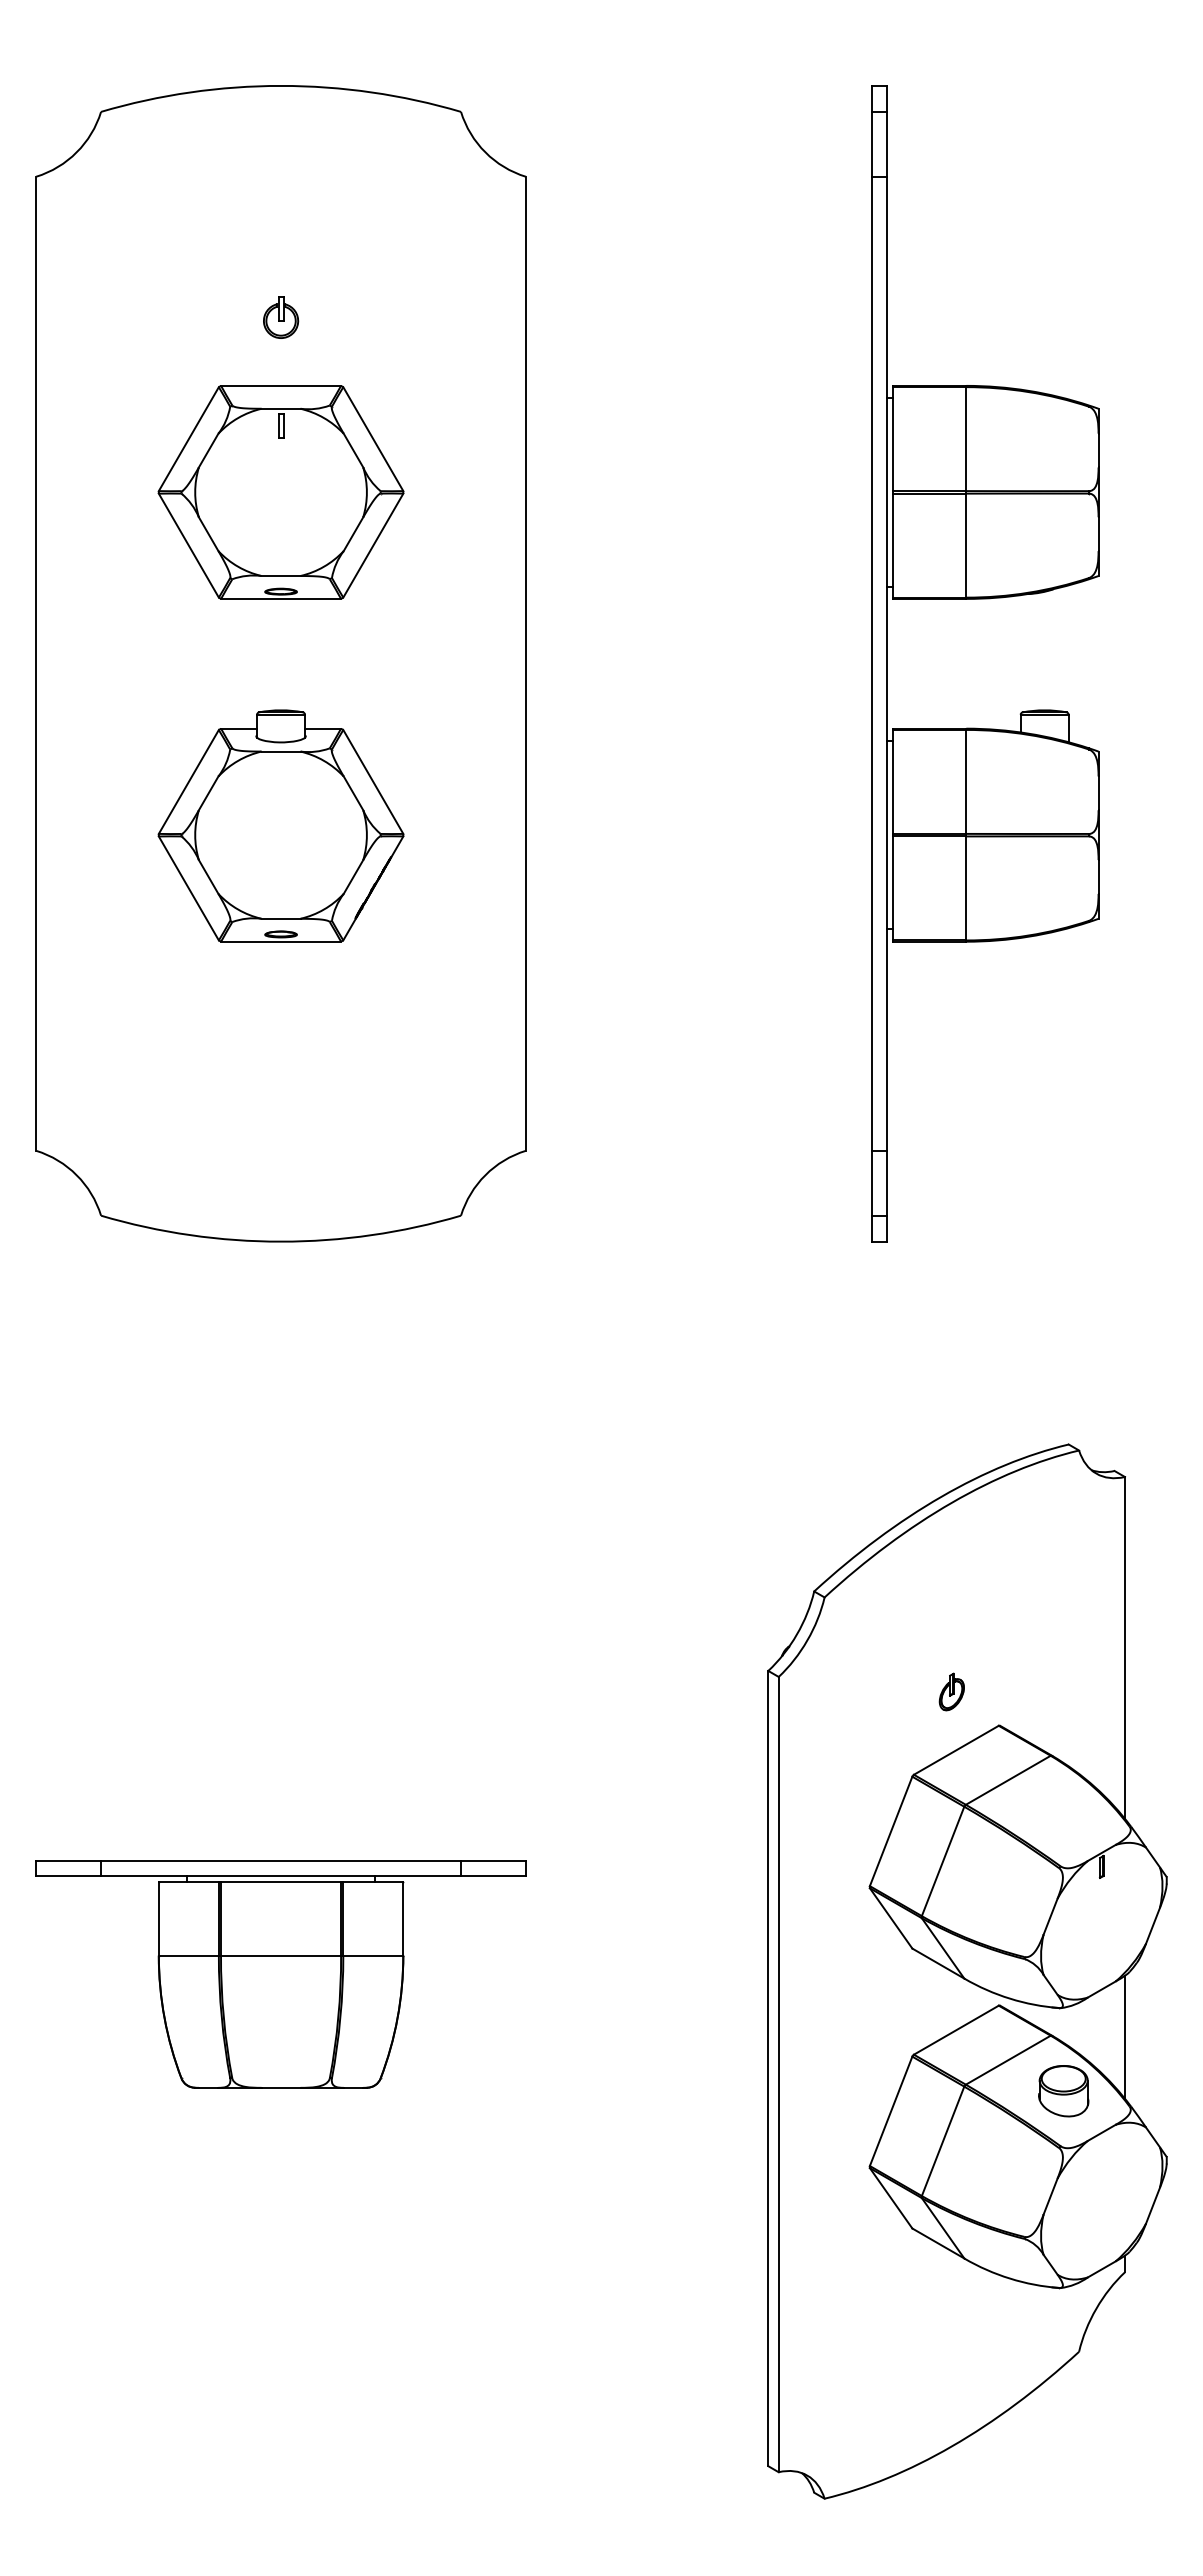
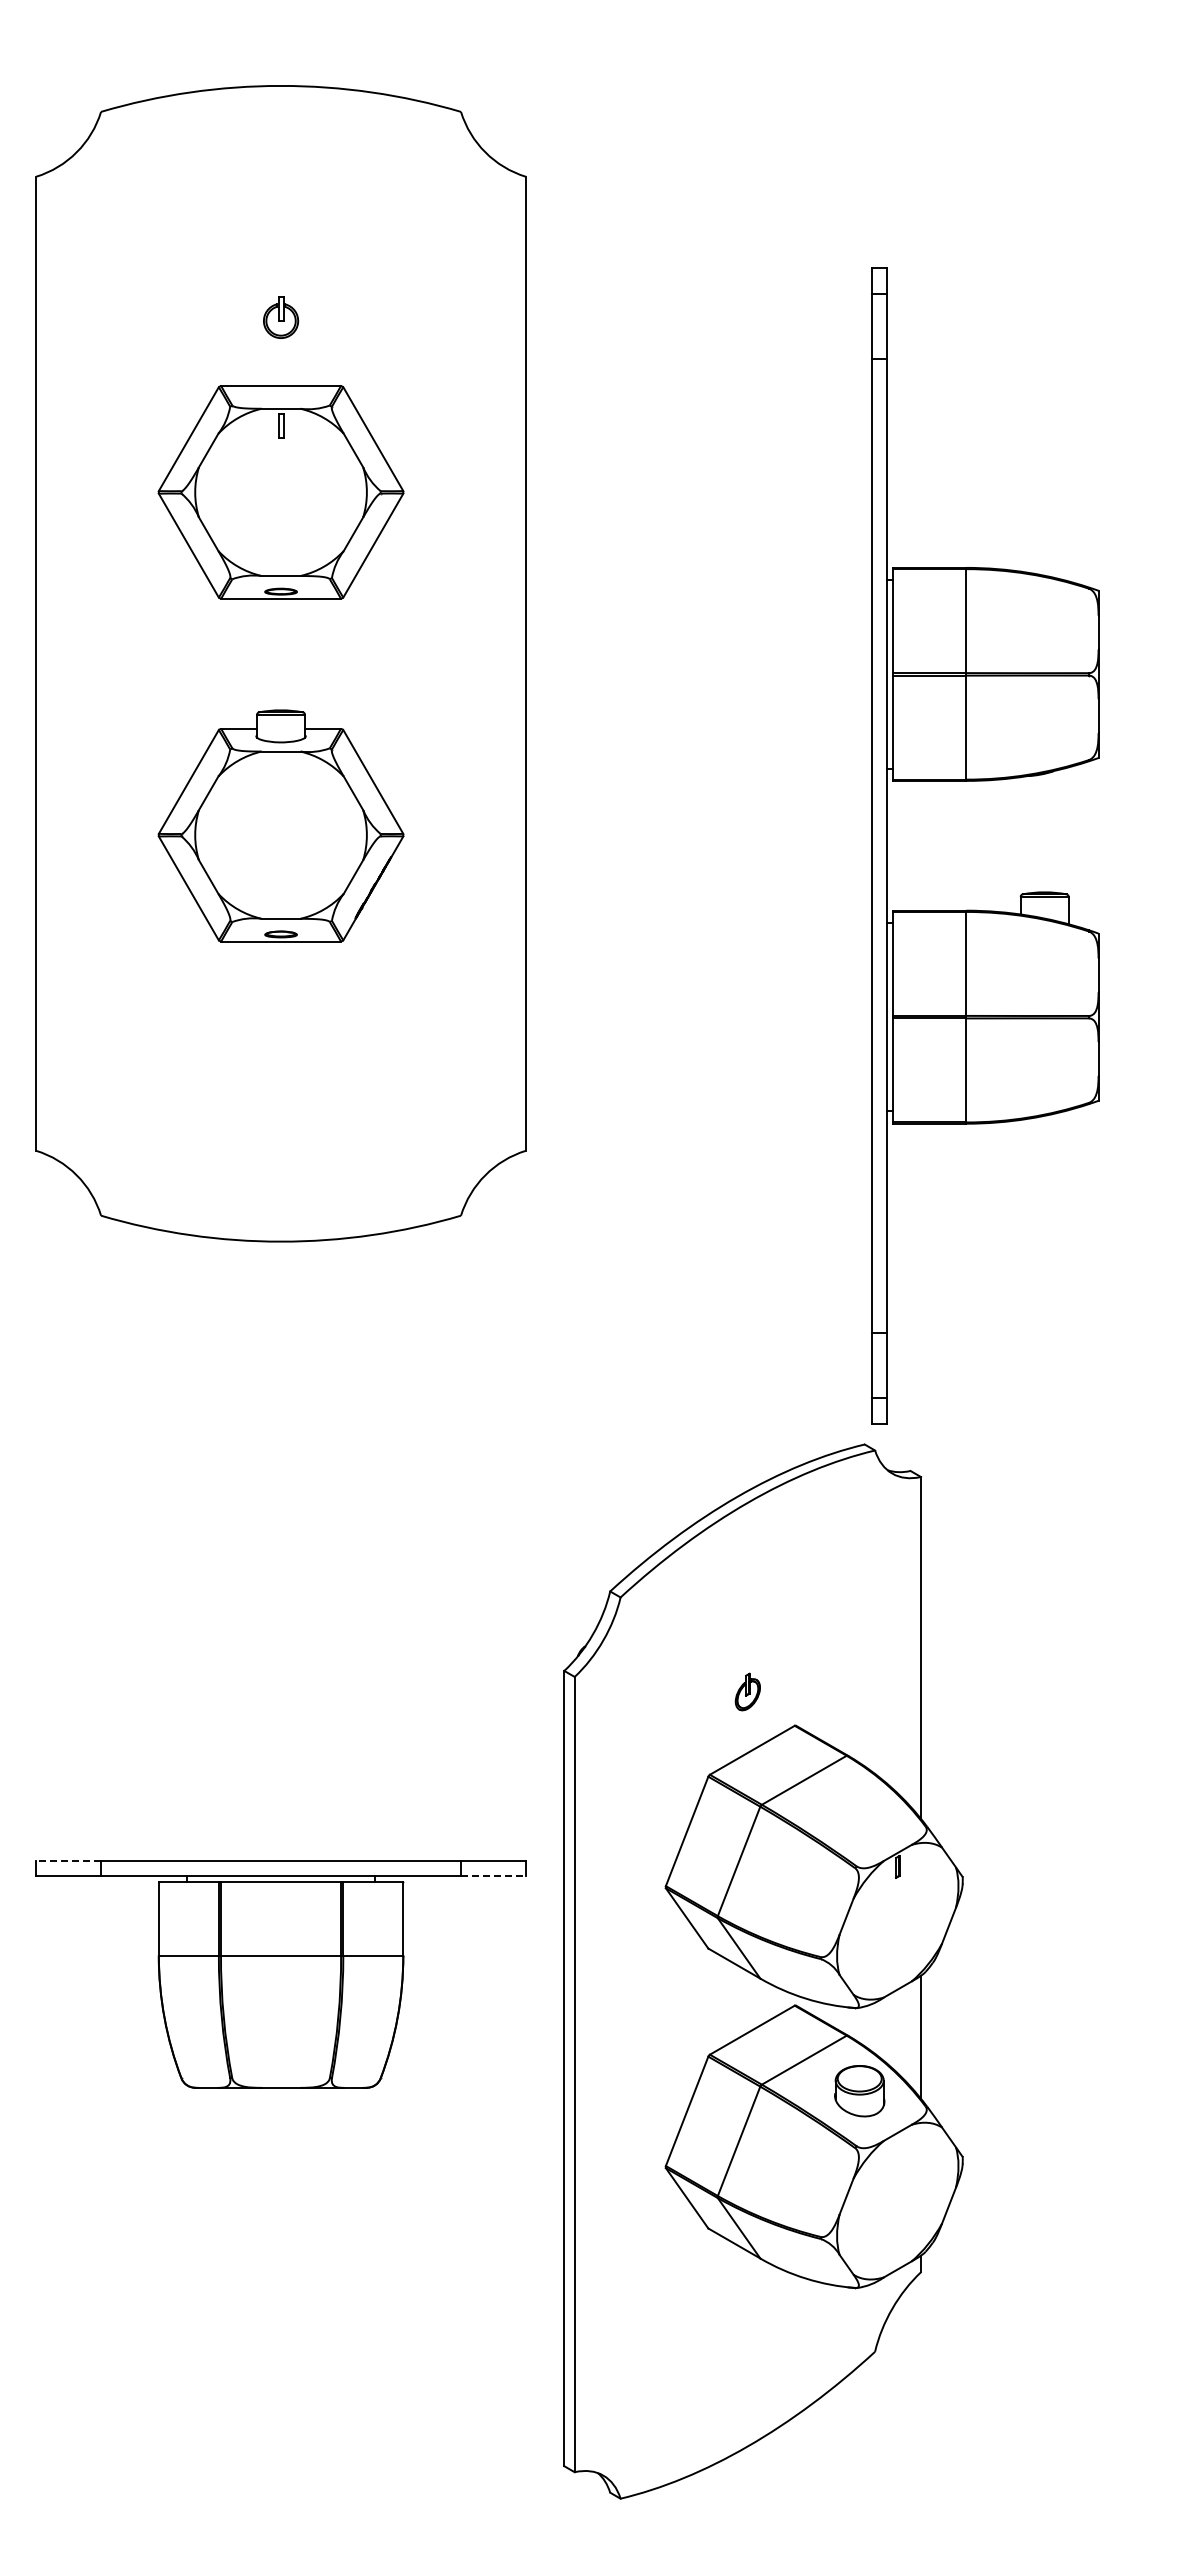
part at (1021, 711) position: (1021, 711) -> (1021, 893)
line at (68, 1861): solid -> dashed
line at (493, 1875): solid -> dashed
part at (967, 1971) position: (967, 1971) -> (763, 1971)
